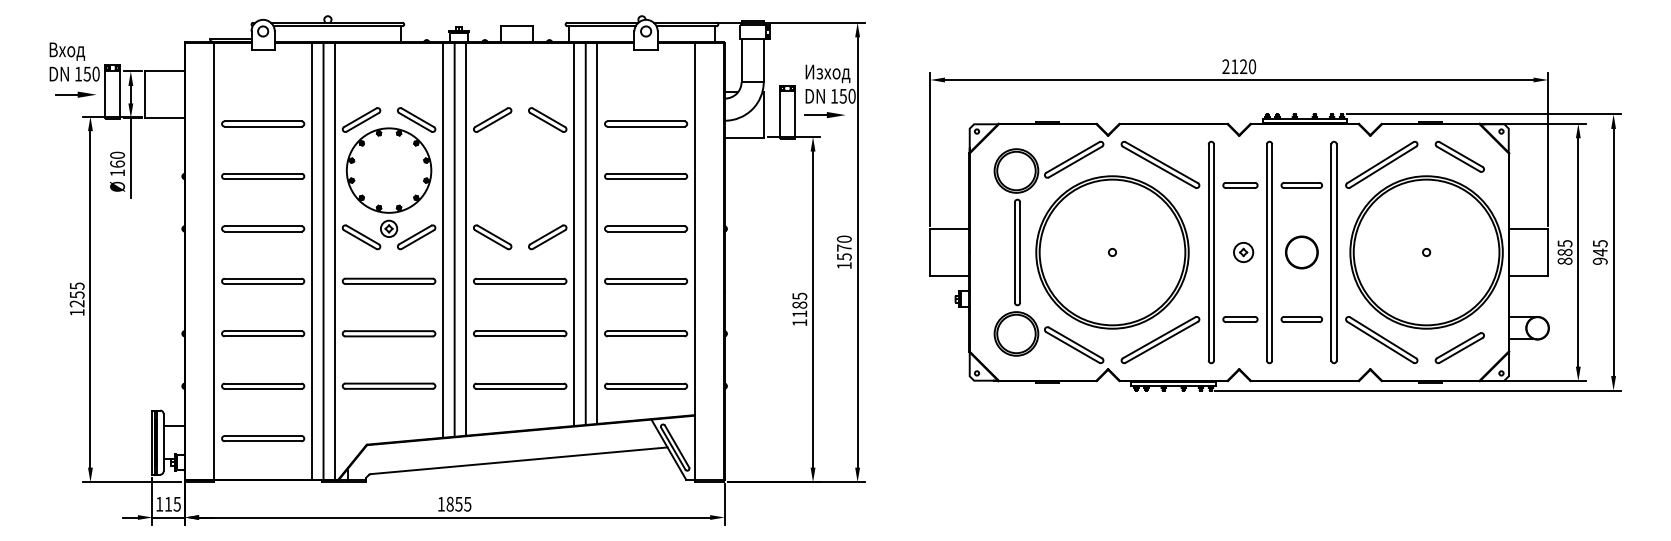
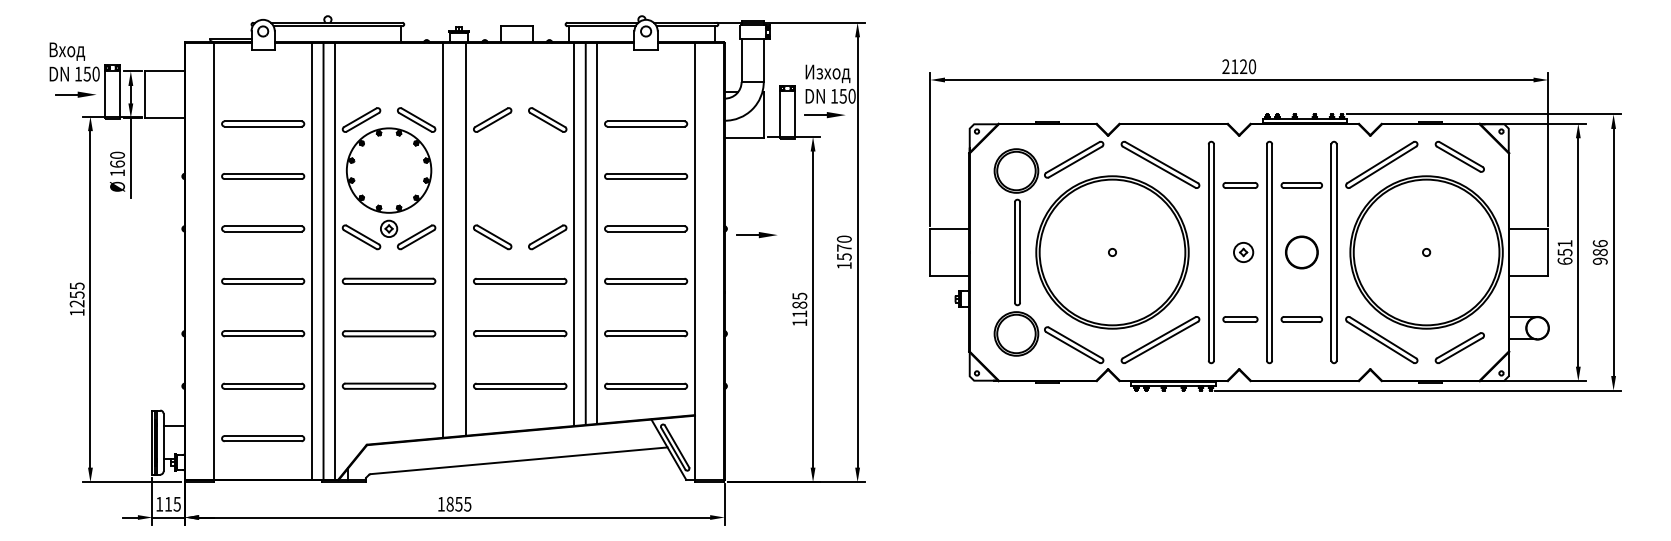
part at (756, 235): none -> present
line at (454, 239): present -> none
text at (1599, 248): 945 -> 986
text at (1564, 252): 885 -> 651
